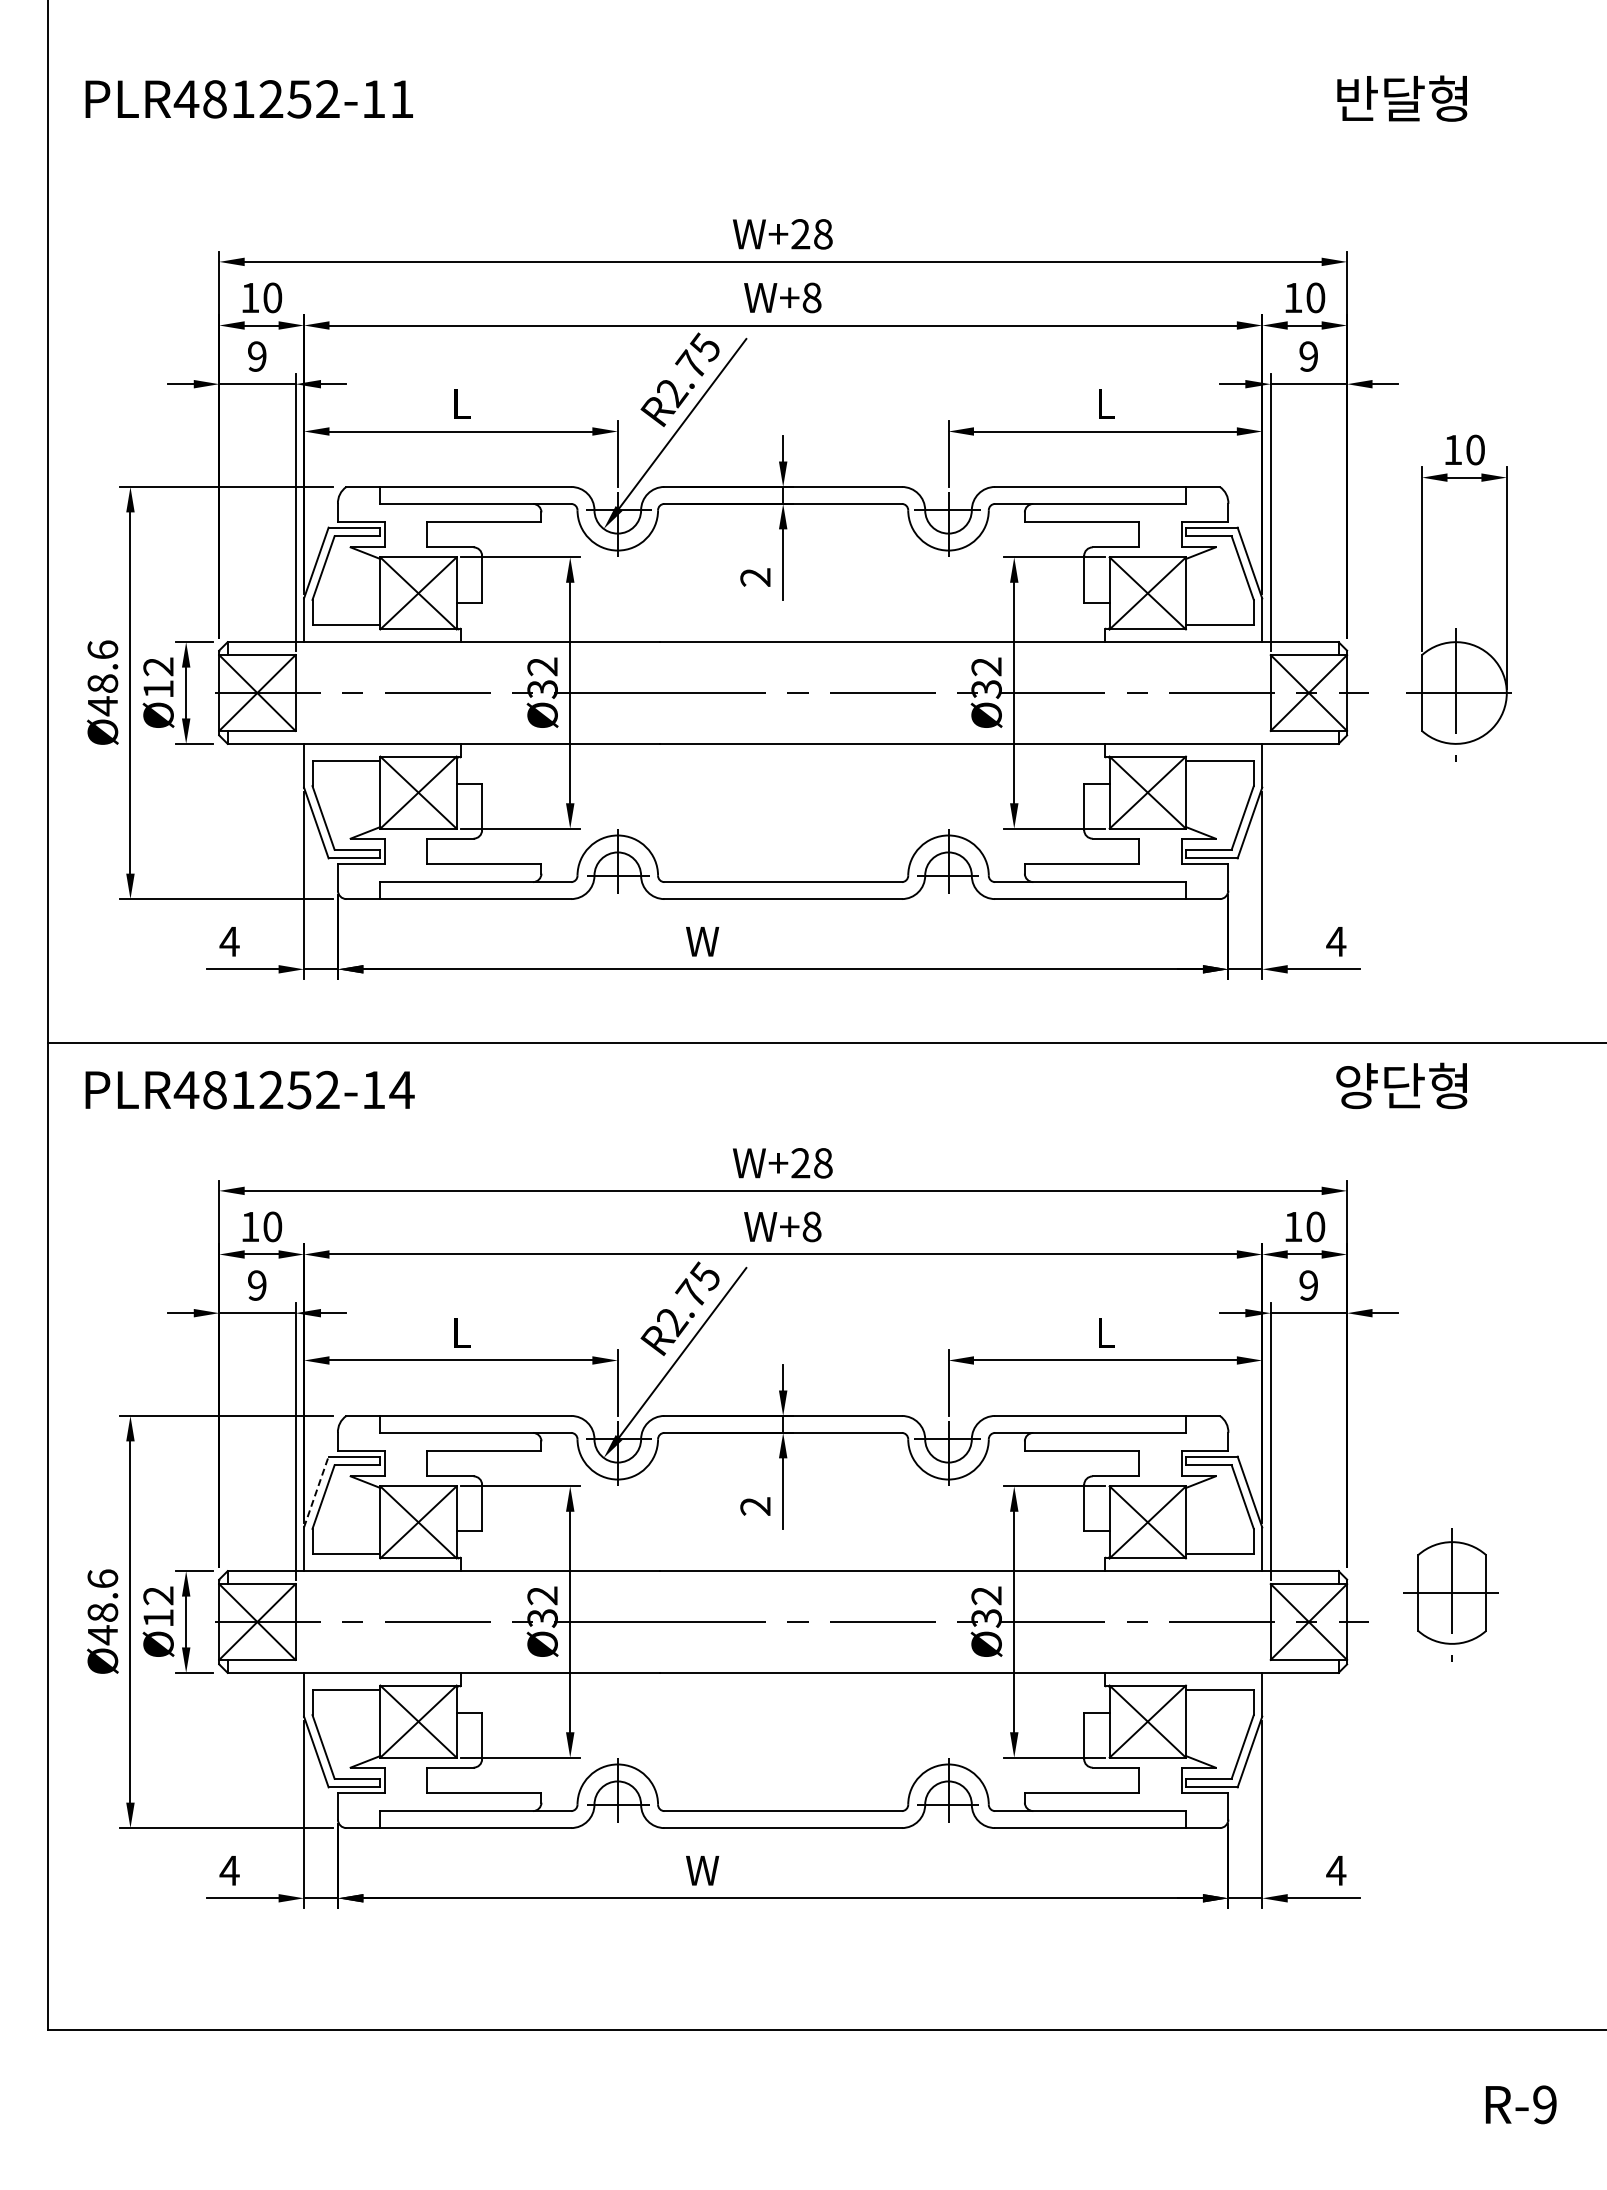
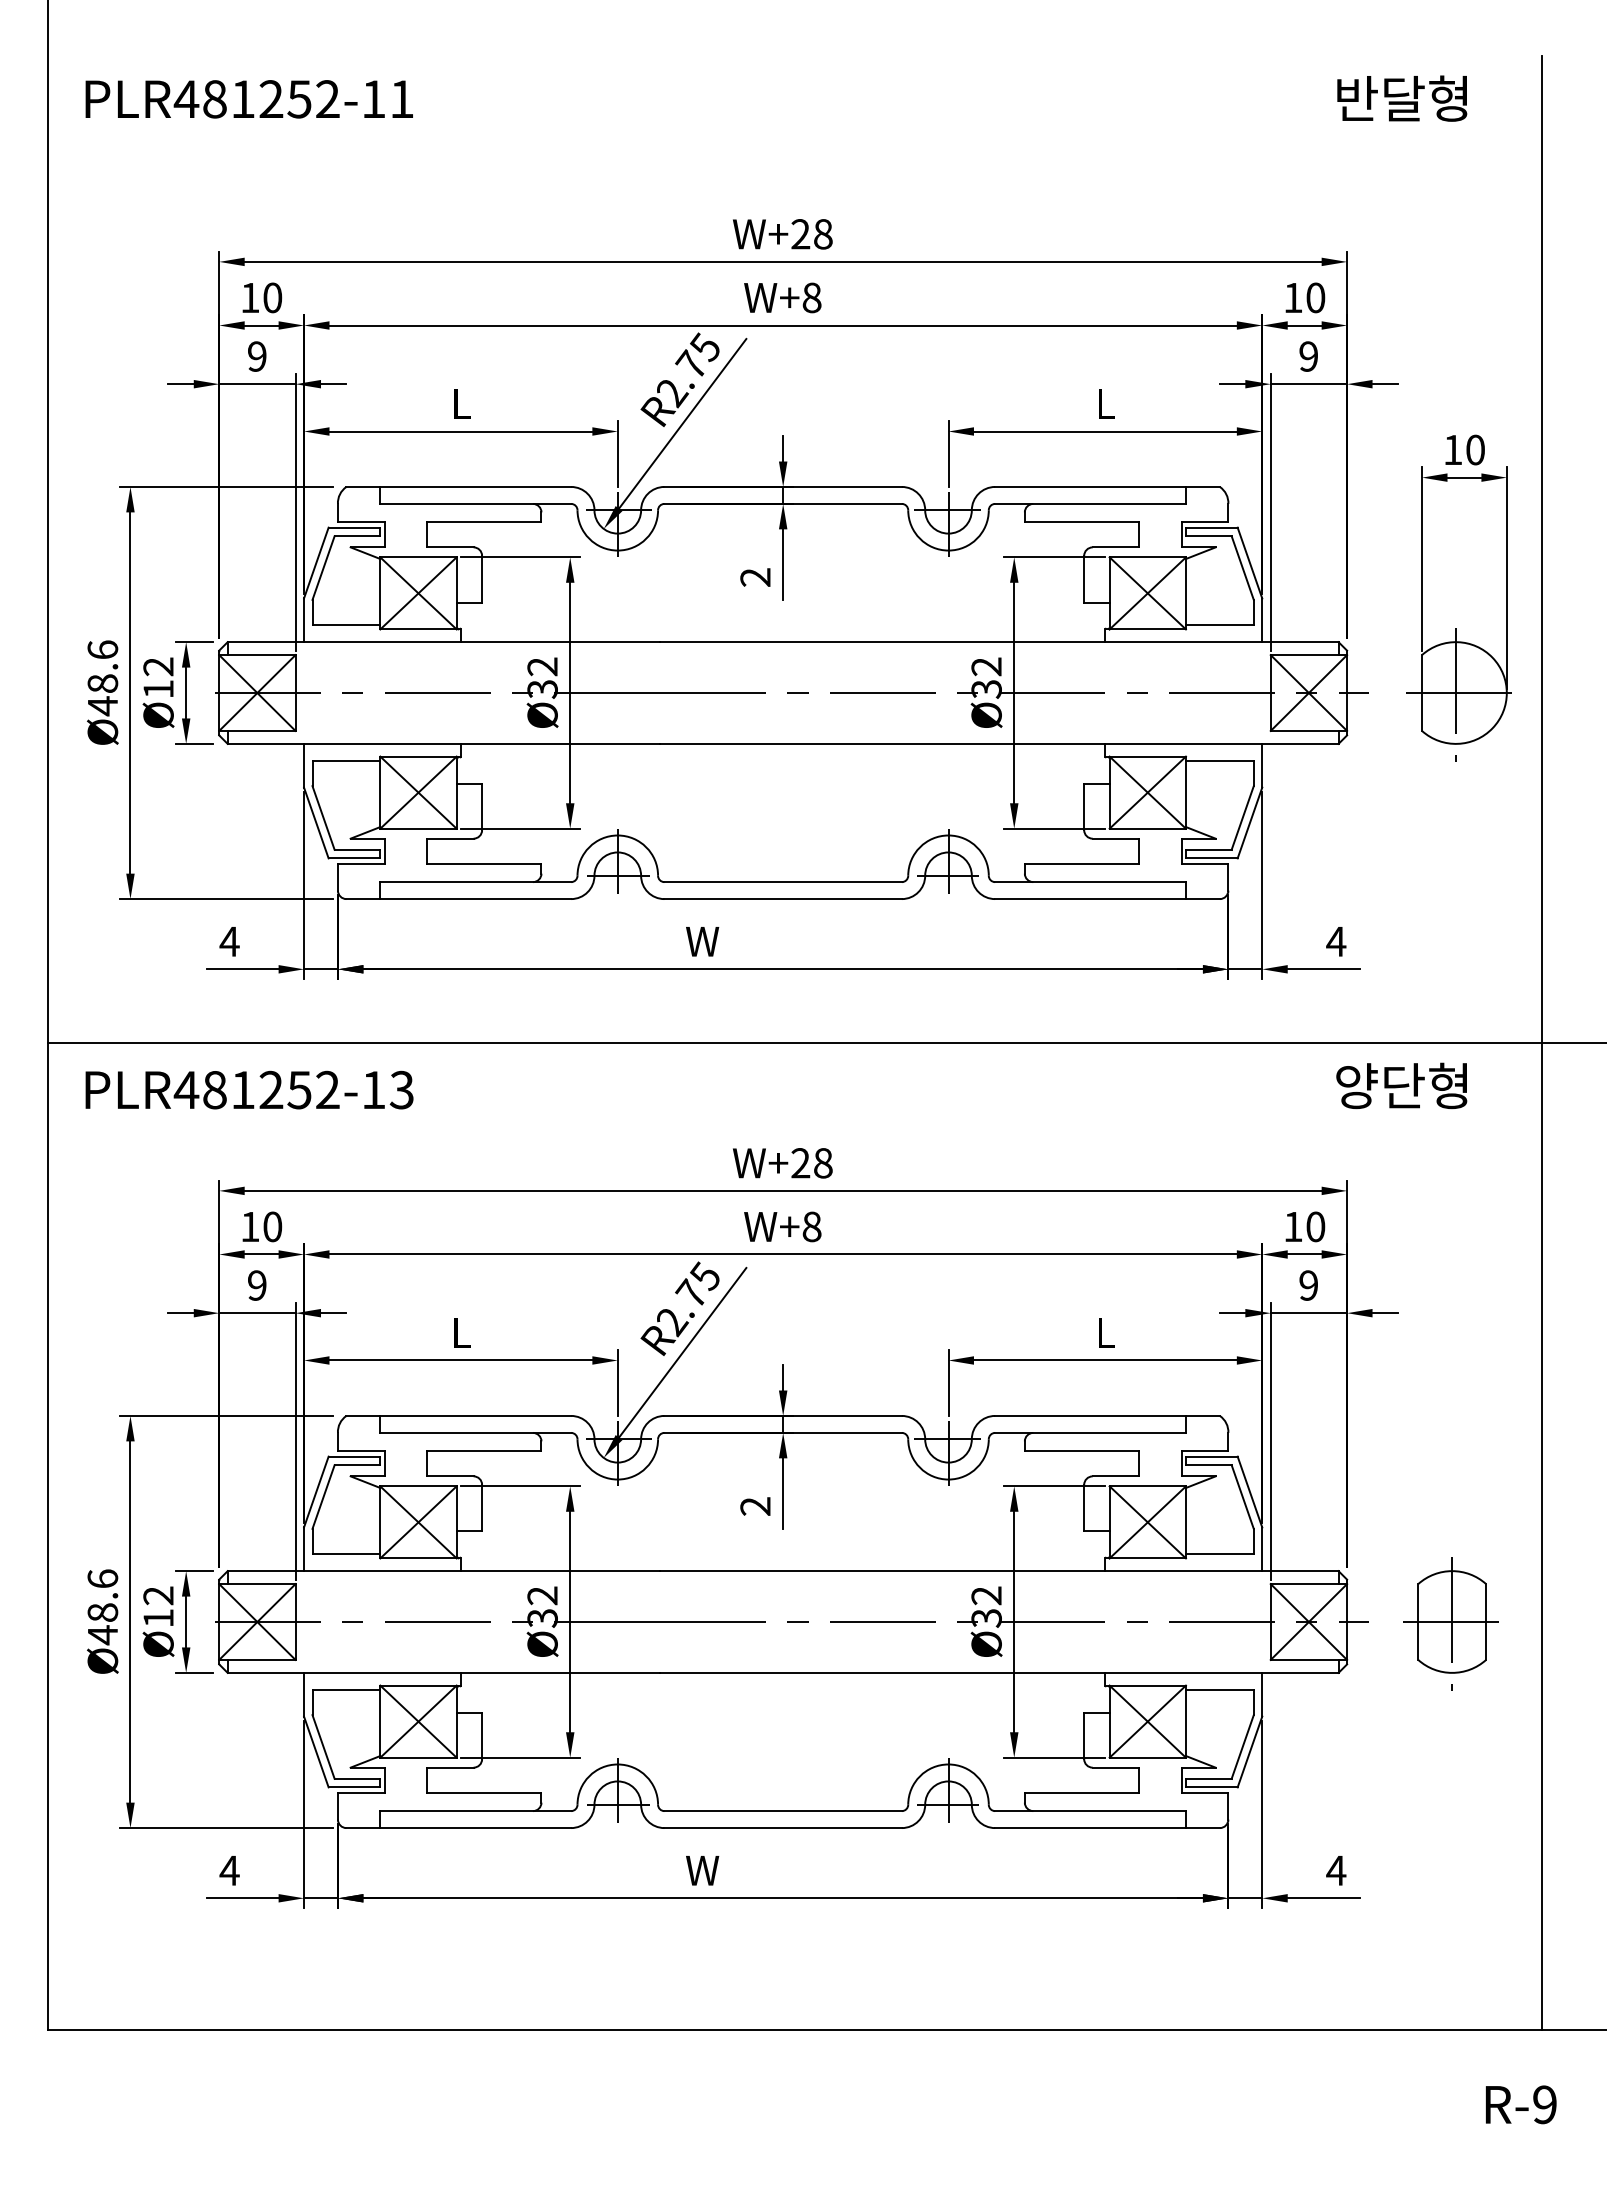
line at (1541, 1042): none -> present
text at (401, 1089): PLR481252-14 -> PLR481252-13
line at (316, 1491): dashed -> solid
part at (1450, 1594) position: (1450, 1594) -> (1450, 1623)
